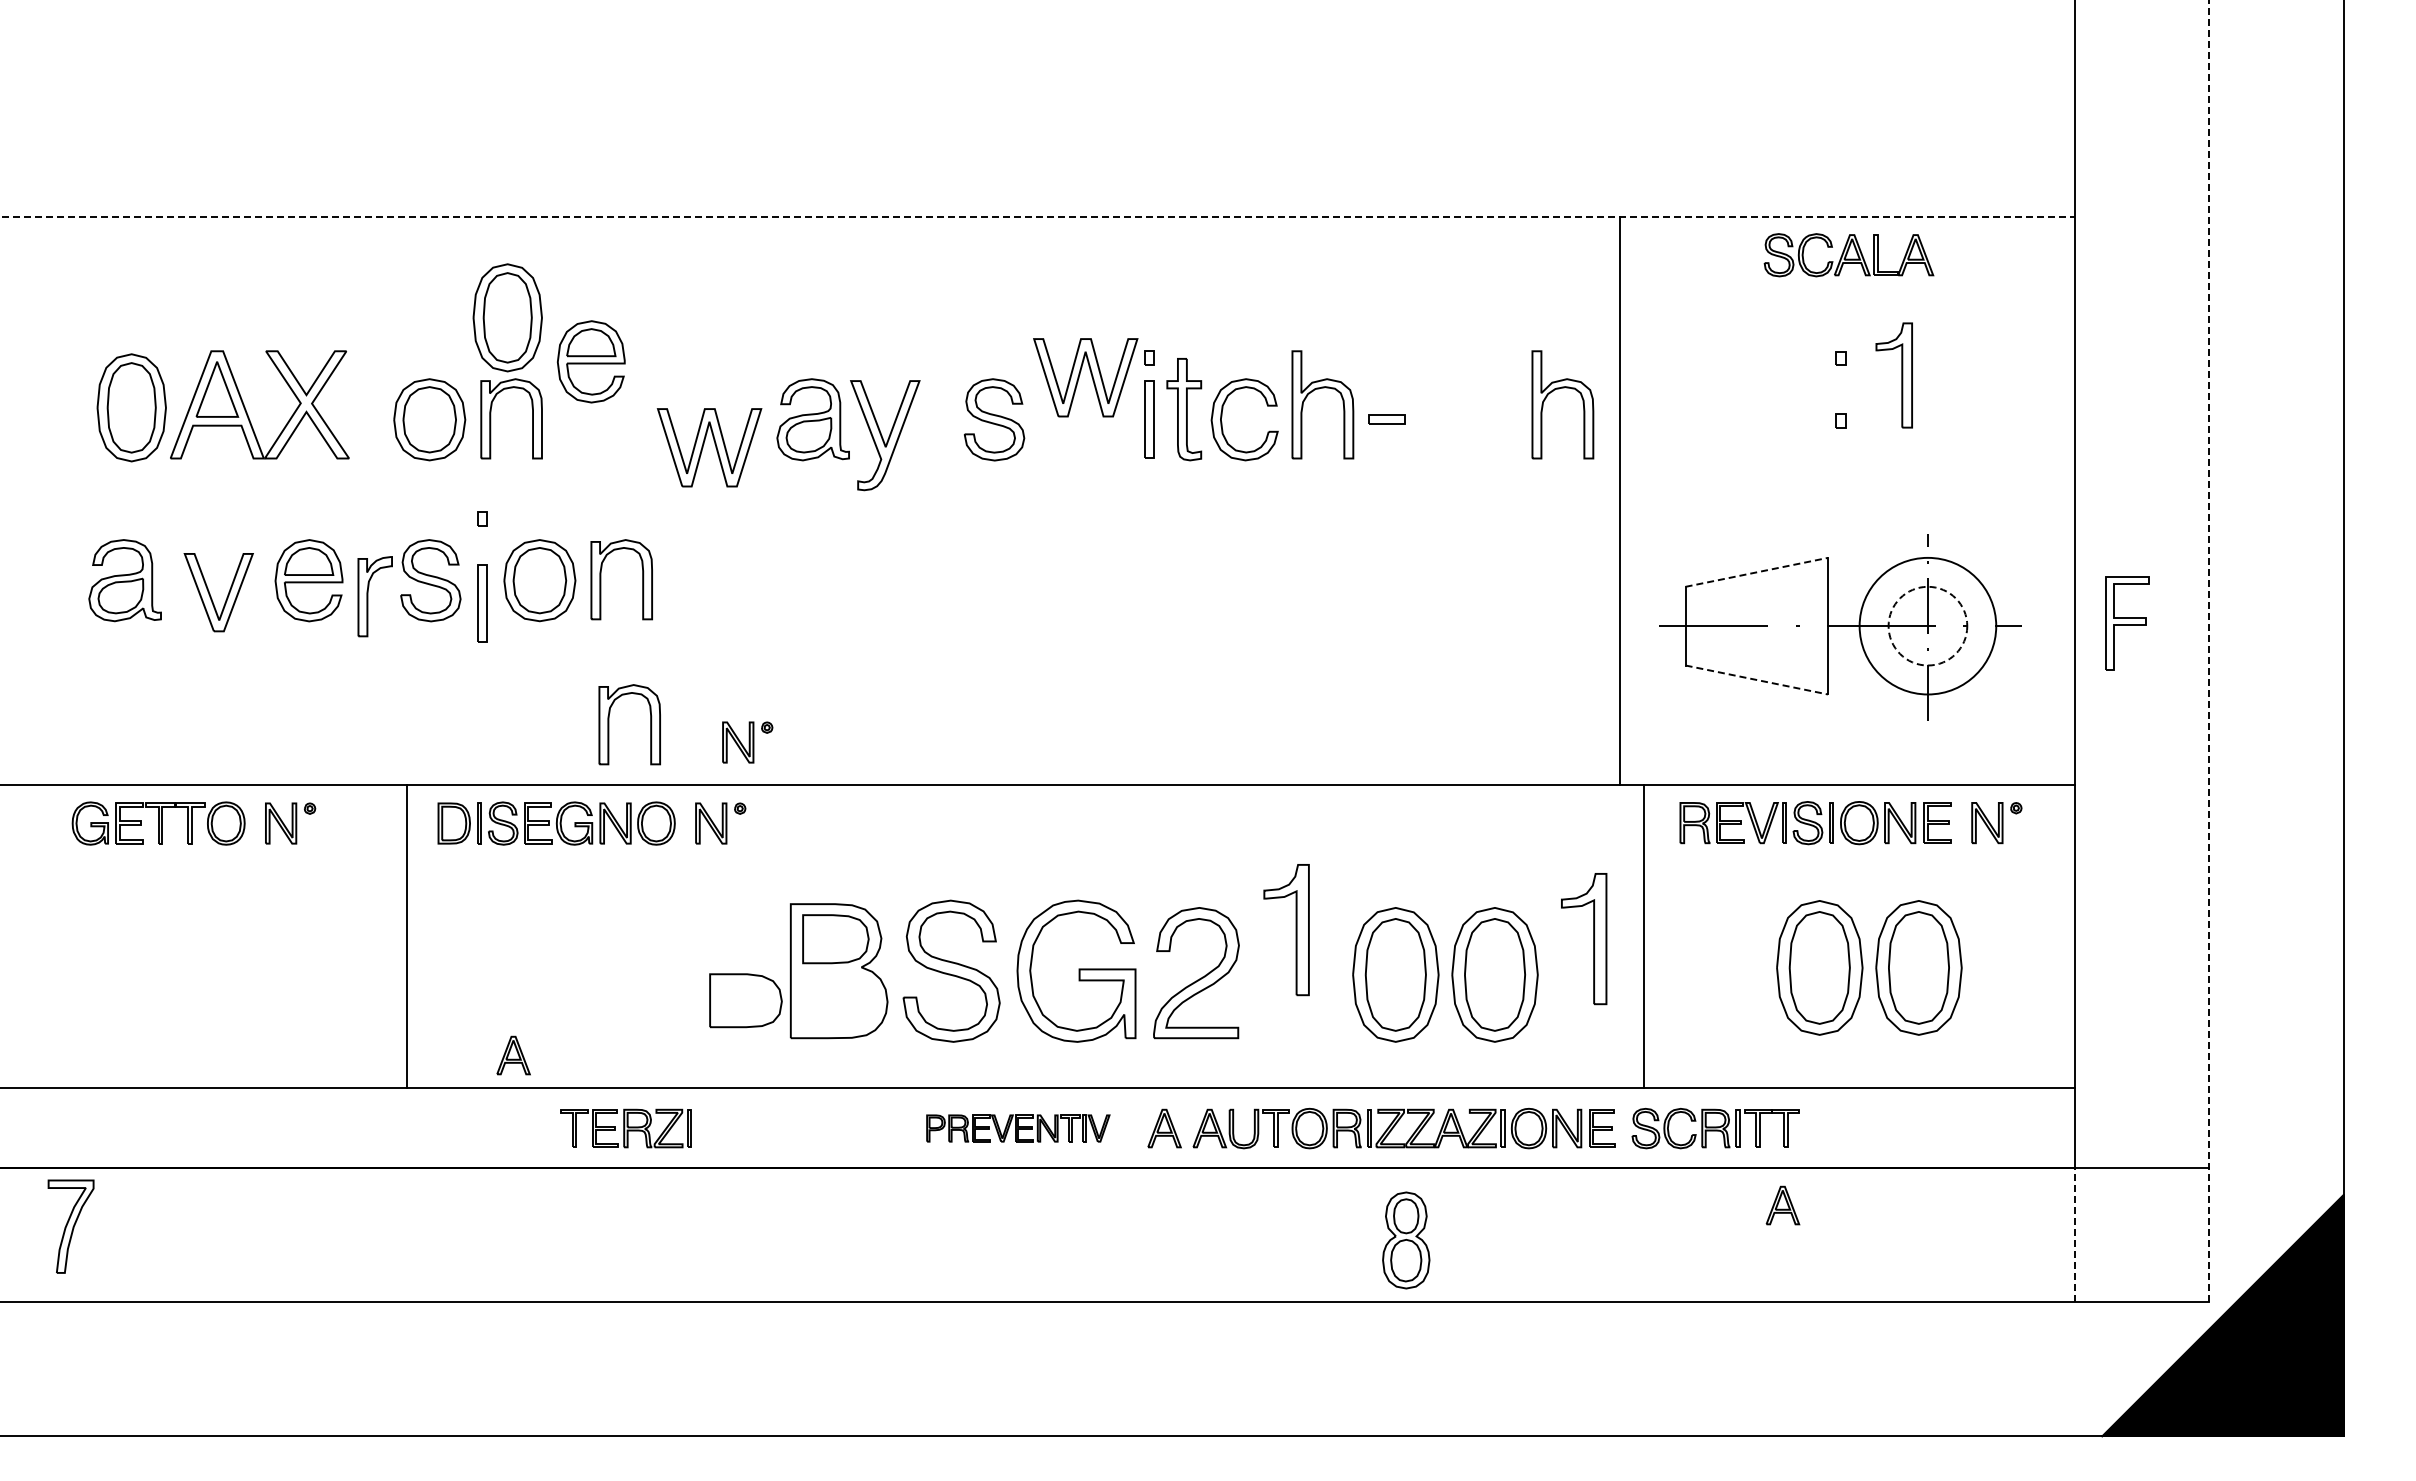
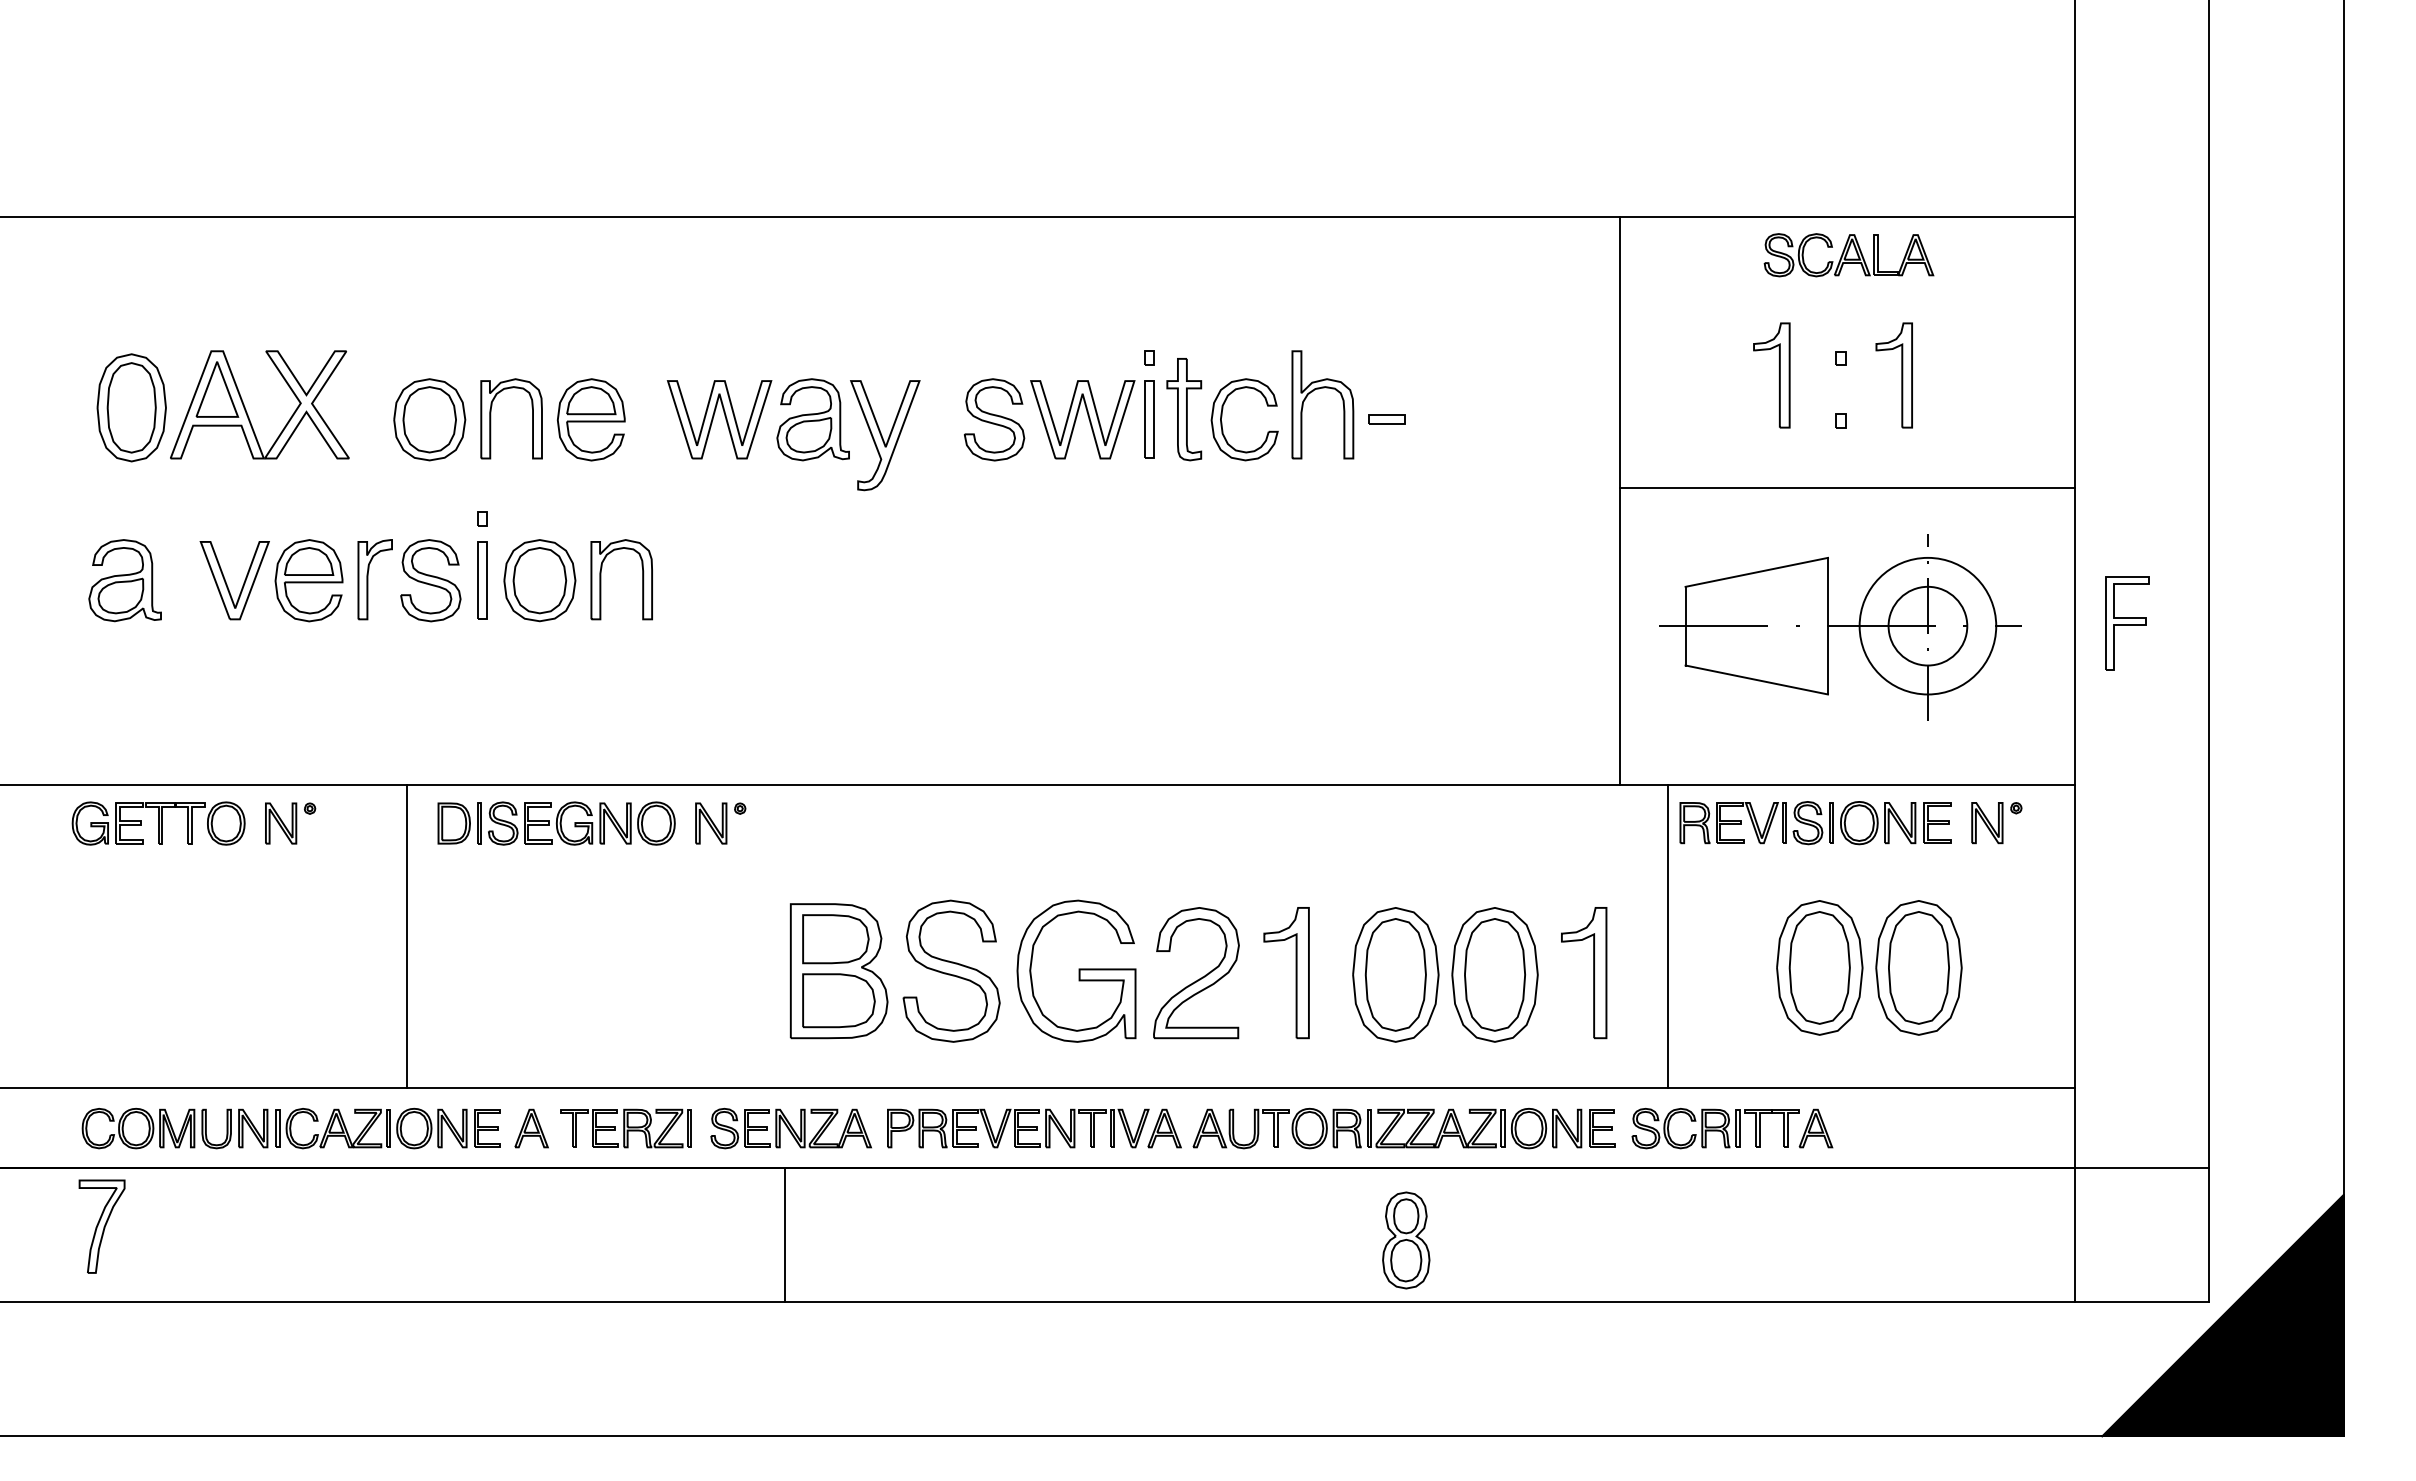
line at (1038, 216): dashed -> solid
part at (507, 317): present -> none
part at (590, 361) position: (590, 361) -> (590, 419)
part at (1779, 375): none -> present
part at (1085, 377) position: (1085, 377) -> (1082, 419)
part at (1559, 389): present -> none
part at (709, 447) position: (709, 447) -> (719, 419)
line at (1847, 487): none -> present
line at (1756, 572): dashed -> solid
part at (210, 593) position: (210, 593) -> (226, 581)
part at (374, 596) position: (374, 596) -> (374, 579)
part at (482, 603) position: (482, 603) -> (482, 580)
circle at (1927, 625): dashed -> solid
line at (2209, 650): dashed -> solid
line at (1756, 679): dashed -> solid
part at (609, 724): present -> none
part at (747, 742): present -> none
part at (1295, 930) position: (1295, 930) -> (1295, 973)
line at (1643, 935) position: (1643, 935) -> (1667, 935)
part at (1593, 939) position: (1593, 939) -> (1593, 973)
part at (745, 1000) position: (745, 1000) -> (838, 1000)
part at (513, 1055) position: (513, 1055) -> (531, 1128)
part at (290, 1128): none -> present
part at (790, 1128): none -> present
part at (1018, 1128) size: 185x29 px -> 263x41 px
part at (1782, 1205) position: (1782, 1205) -> (1815, 1128)
part at (70, 1226) position: (70, 1226) -> (101, 1226)
line at (2075, 1234): dashed -> solid
line at (785, 1235): none -> present
